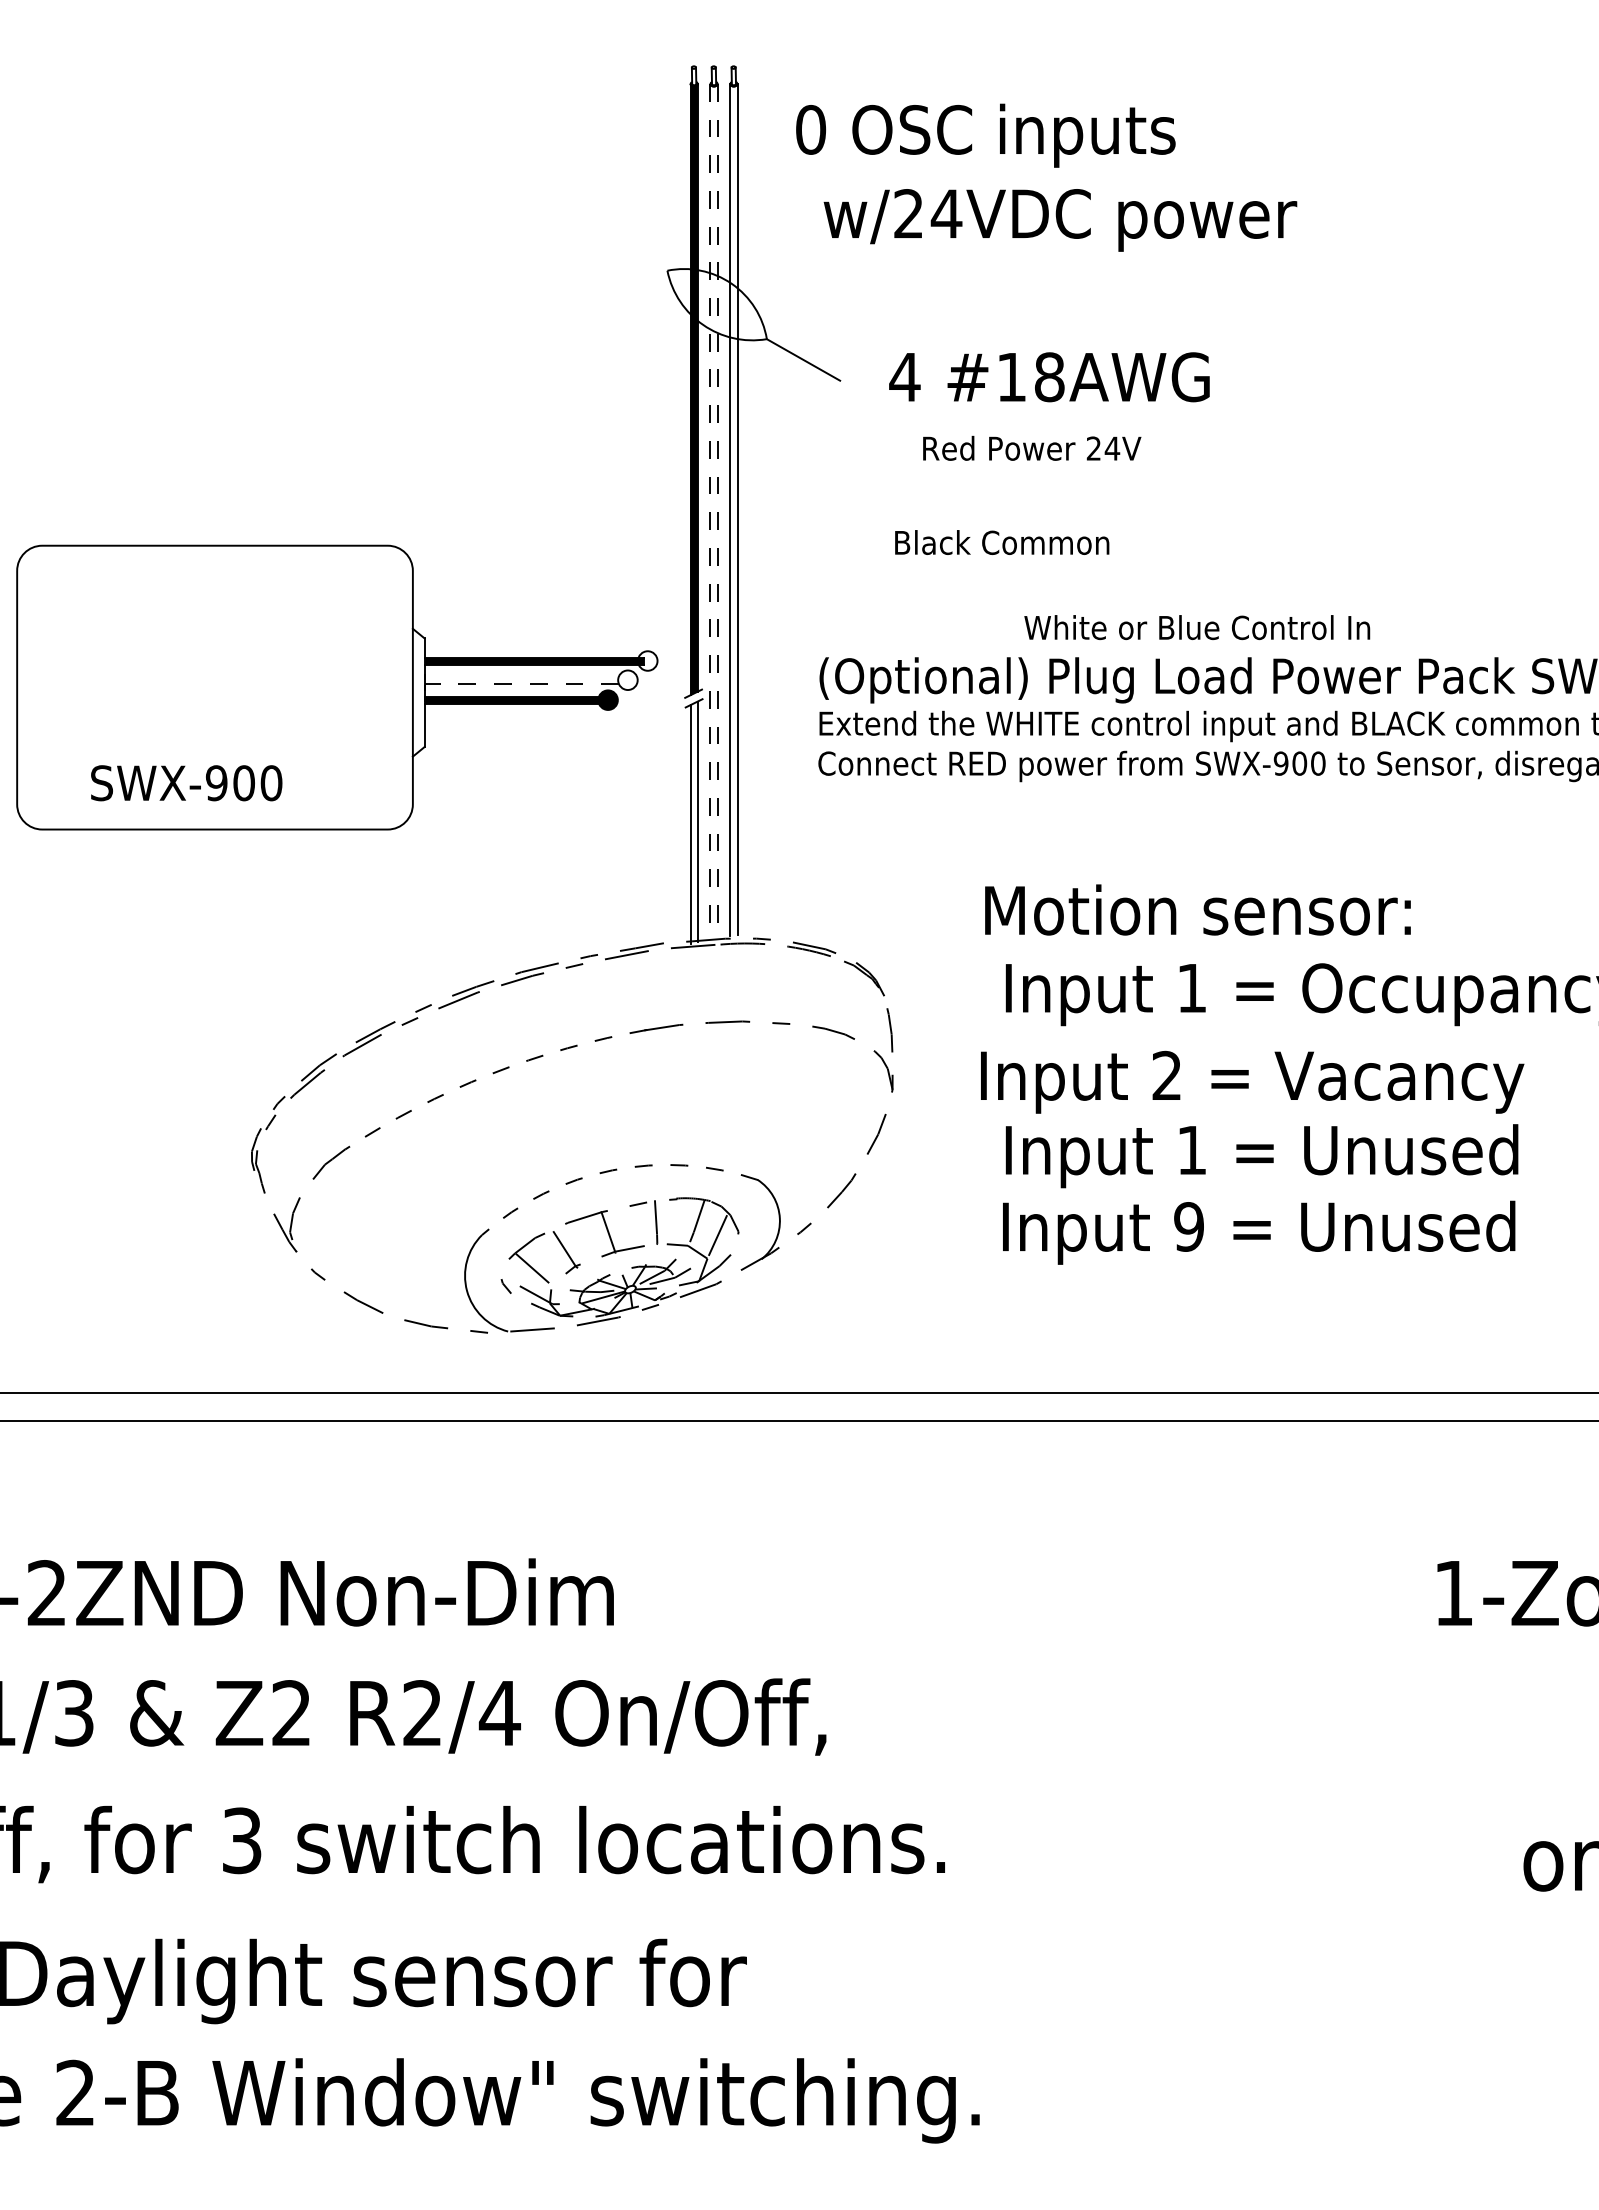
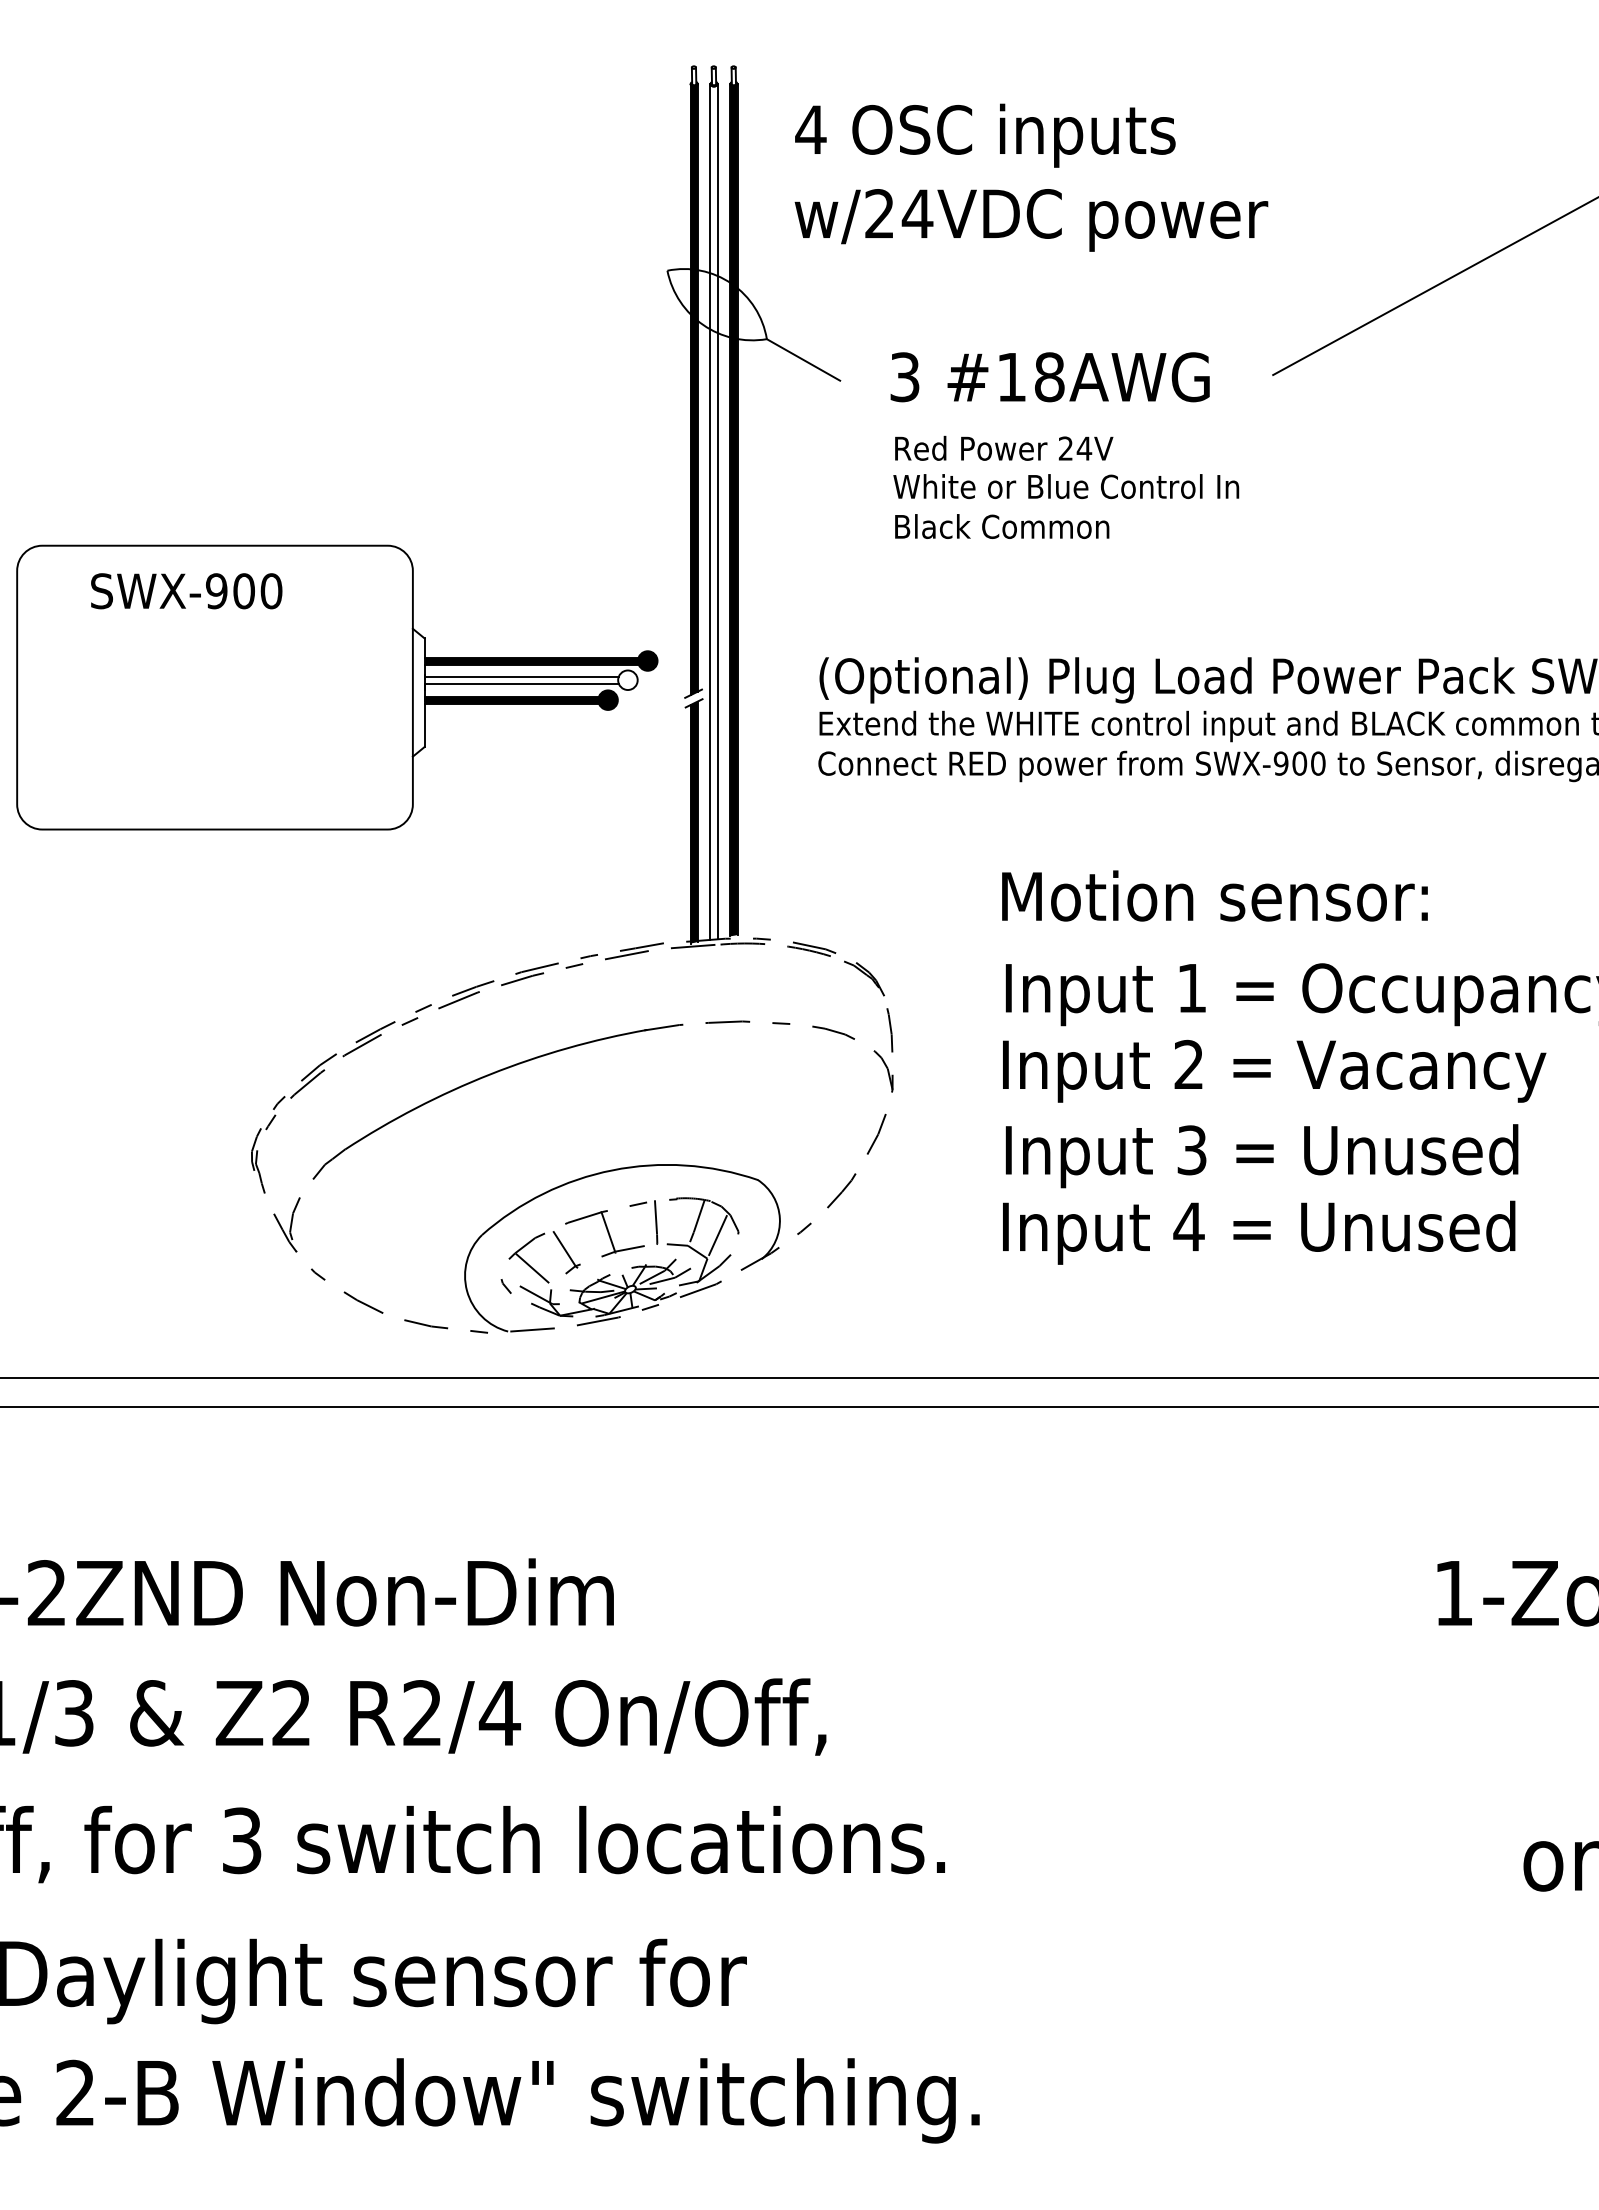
text at (810, 129): 0 -> 4
text at (1060, 220) position: (1060, 220) -> (1031, 220)
line at (1434, 287): none -> present
text at (904, 377): 4 -> 3
text at (1032, 447) position: (1032, 447) -> (1004, 447)
fill at (733, 509): none -> present
line at (710, 511): dashed -> solid
line at (717, 511): dashed -> solid
text at (1002, 542) position: (1002, 542) -> (1002, 526)
text at (1197, 627) position: (1197, 627) -> (1066, 486)
fill at (647, 660): none -> present
line at (521, 676): none -> present
line at (522, 684): dashed -> solid
text at (186, 783) position: (186, 783) -> (186, 591)
fill at (693, 822): none -> present
text at (1197, 909) position: (1197, 909) -> (1214, 895)
arc at (490, 1074): dashed -> solid
text at (1252, 1081) position: (1252, 1081) -> (1274, 1070)
text at (1191, 1150): 1 -> 3
arc at (612, 1170): dashed -> solid
text at (1188, 1226): 9 -> 4
line at (798, 1393) position: (798, 1393) -> (798, 1378)
line at (798, 1421) position: (798, 1421) -> (798, 1407)
